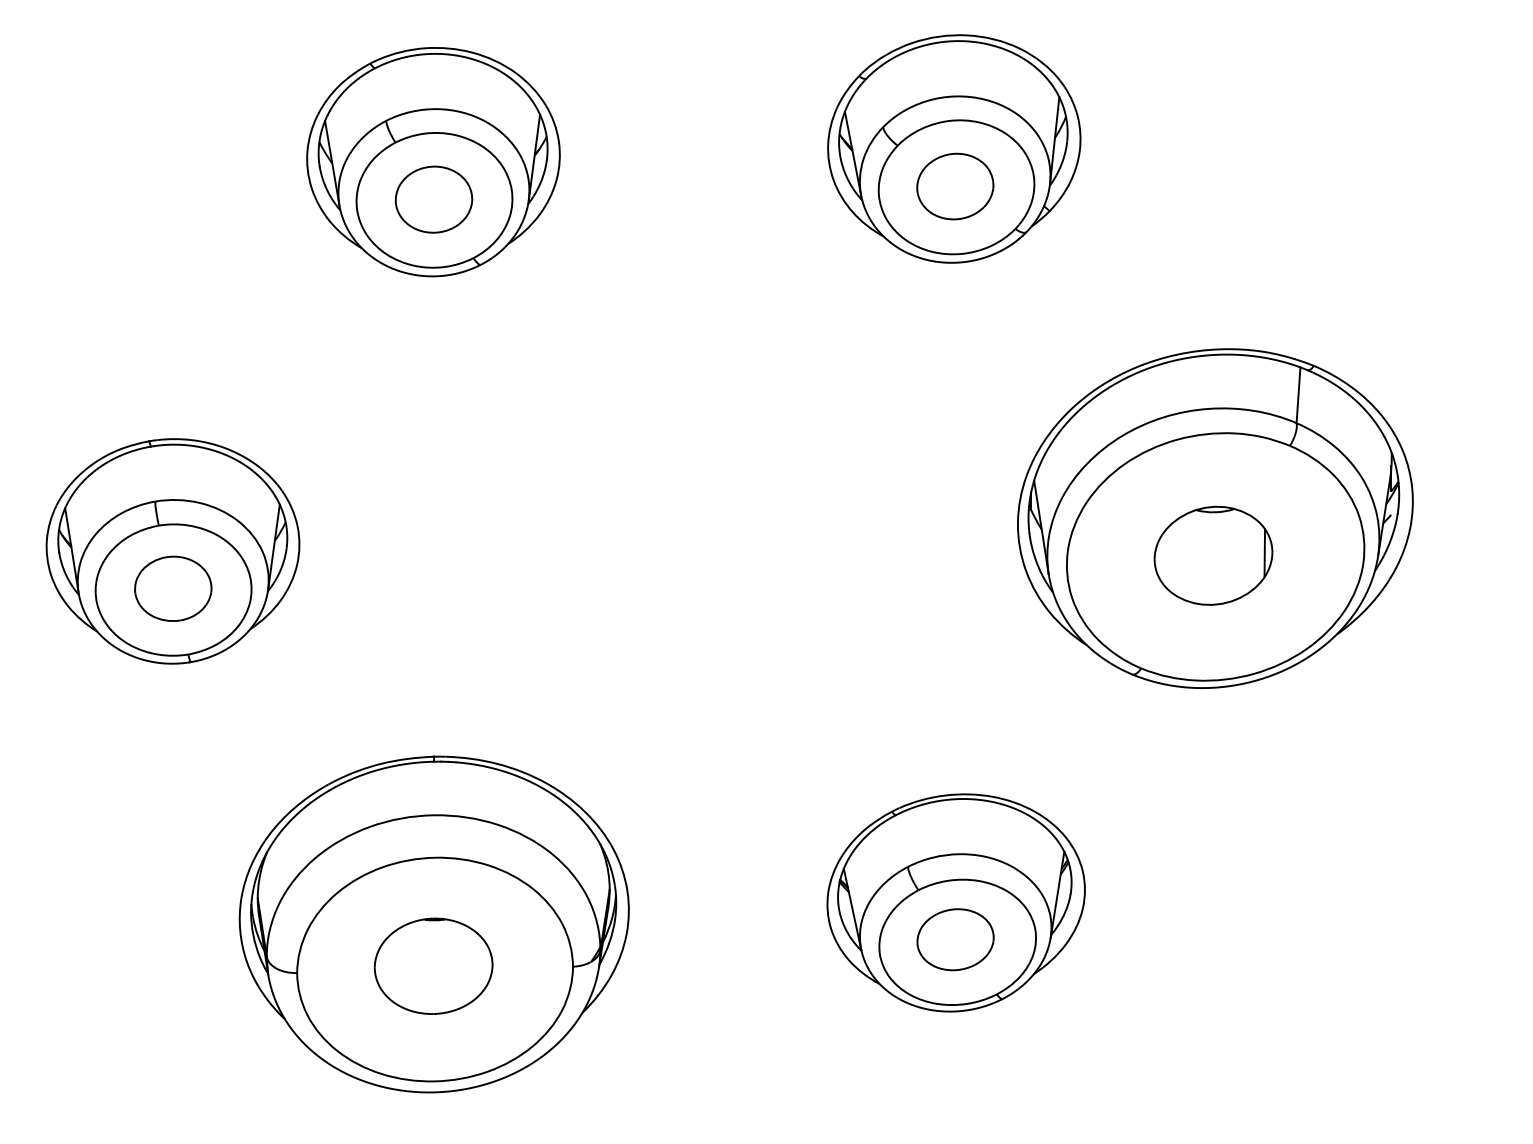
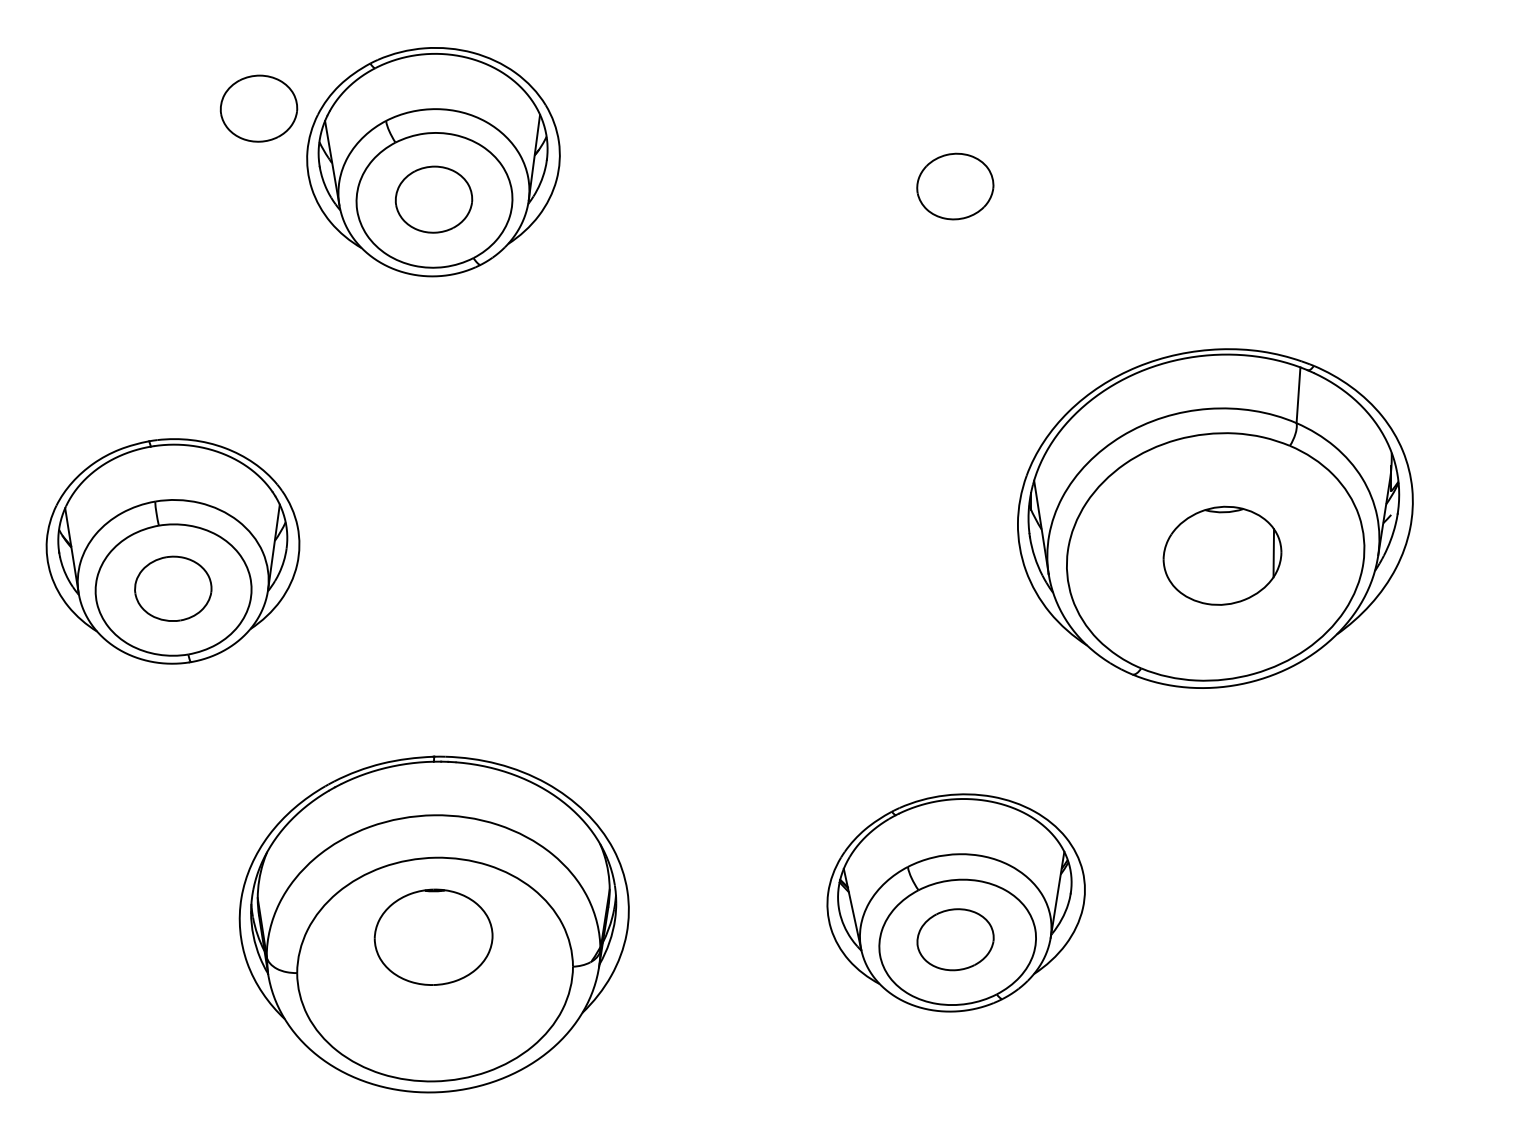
part at (258, 108): none -> present
part at (954, 148): present -> none
part at (1213, 555) position: (1213, 555) -> (1222, 555)
part at (433, 965) position: (433, 965) -> (433, 936)
